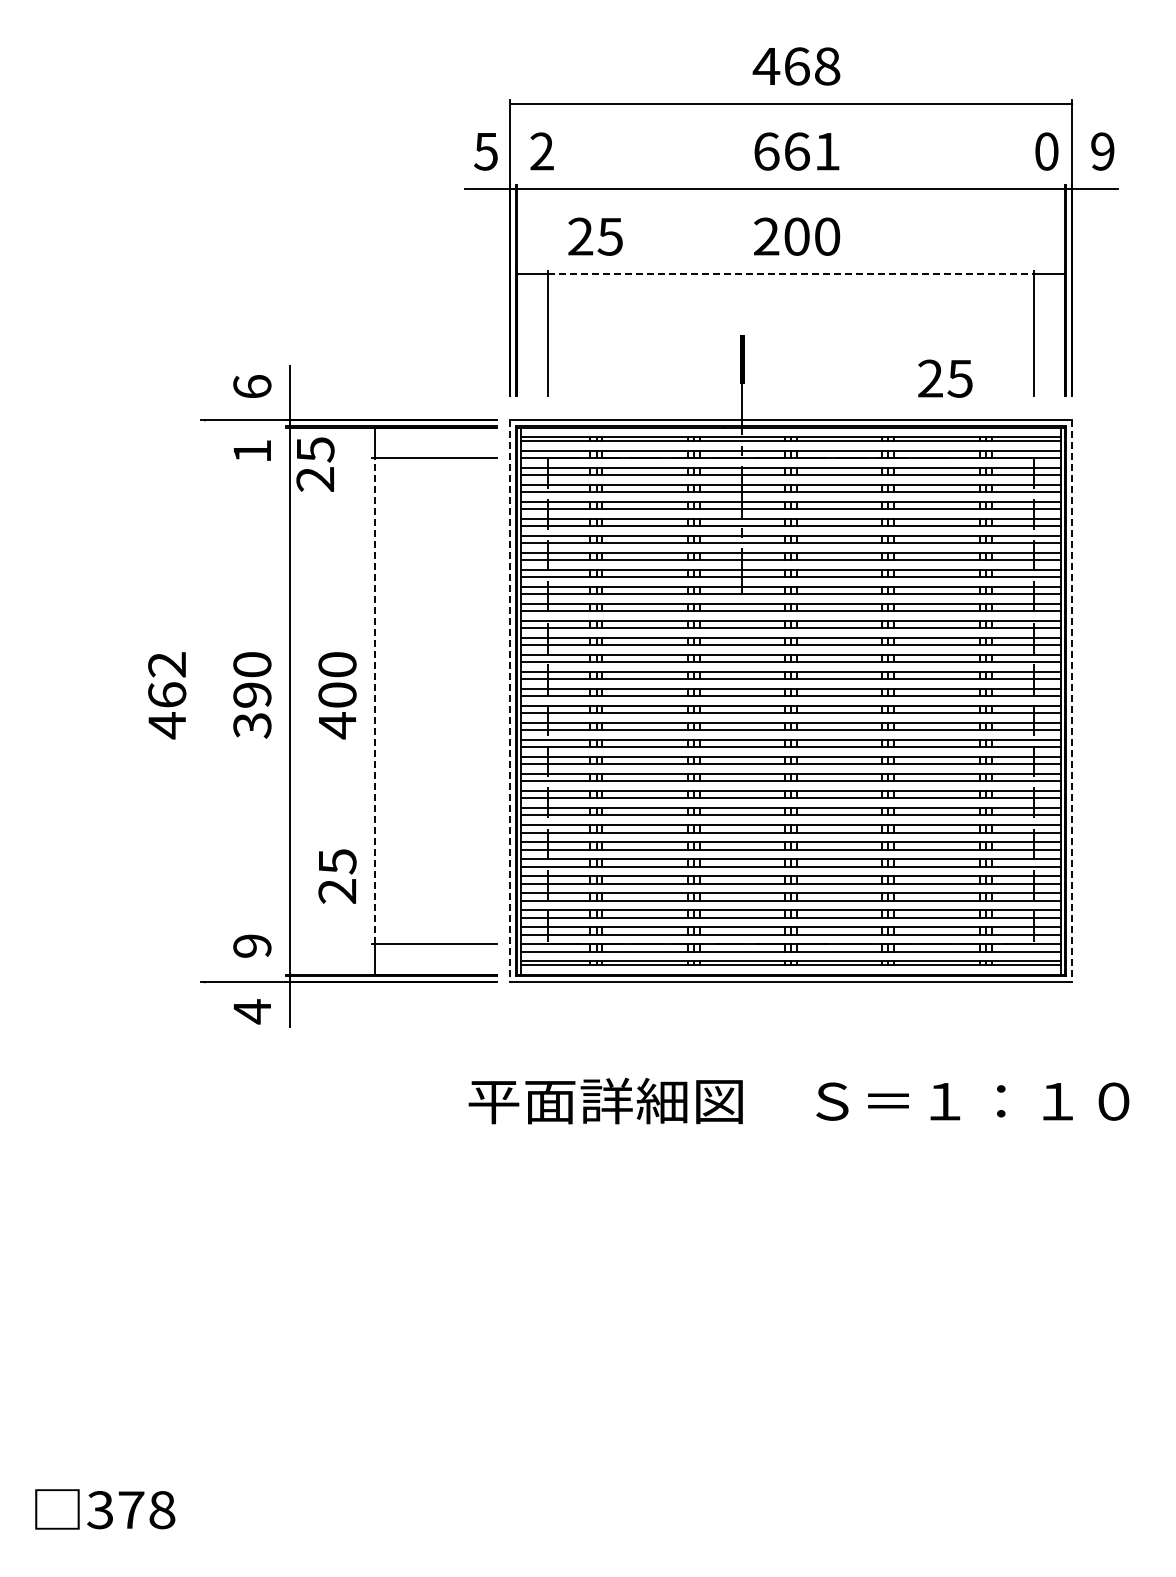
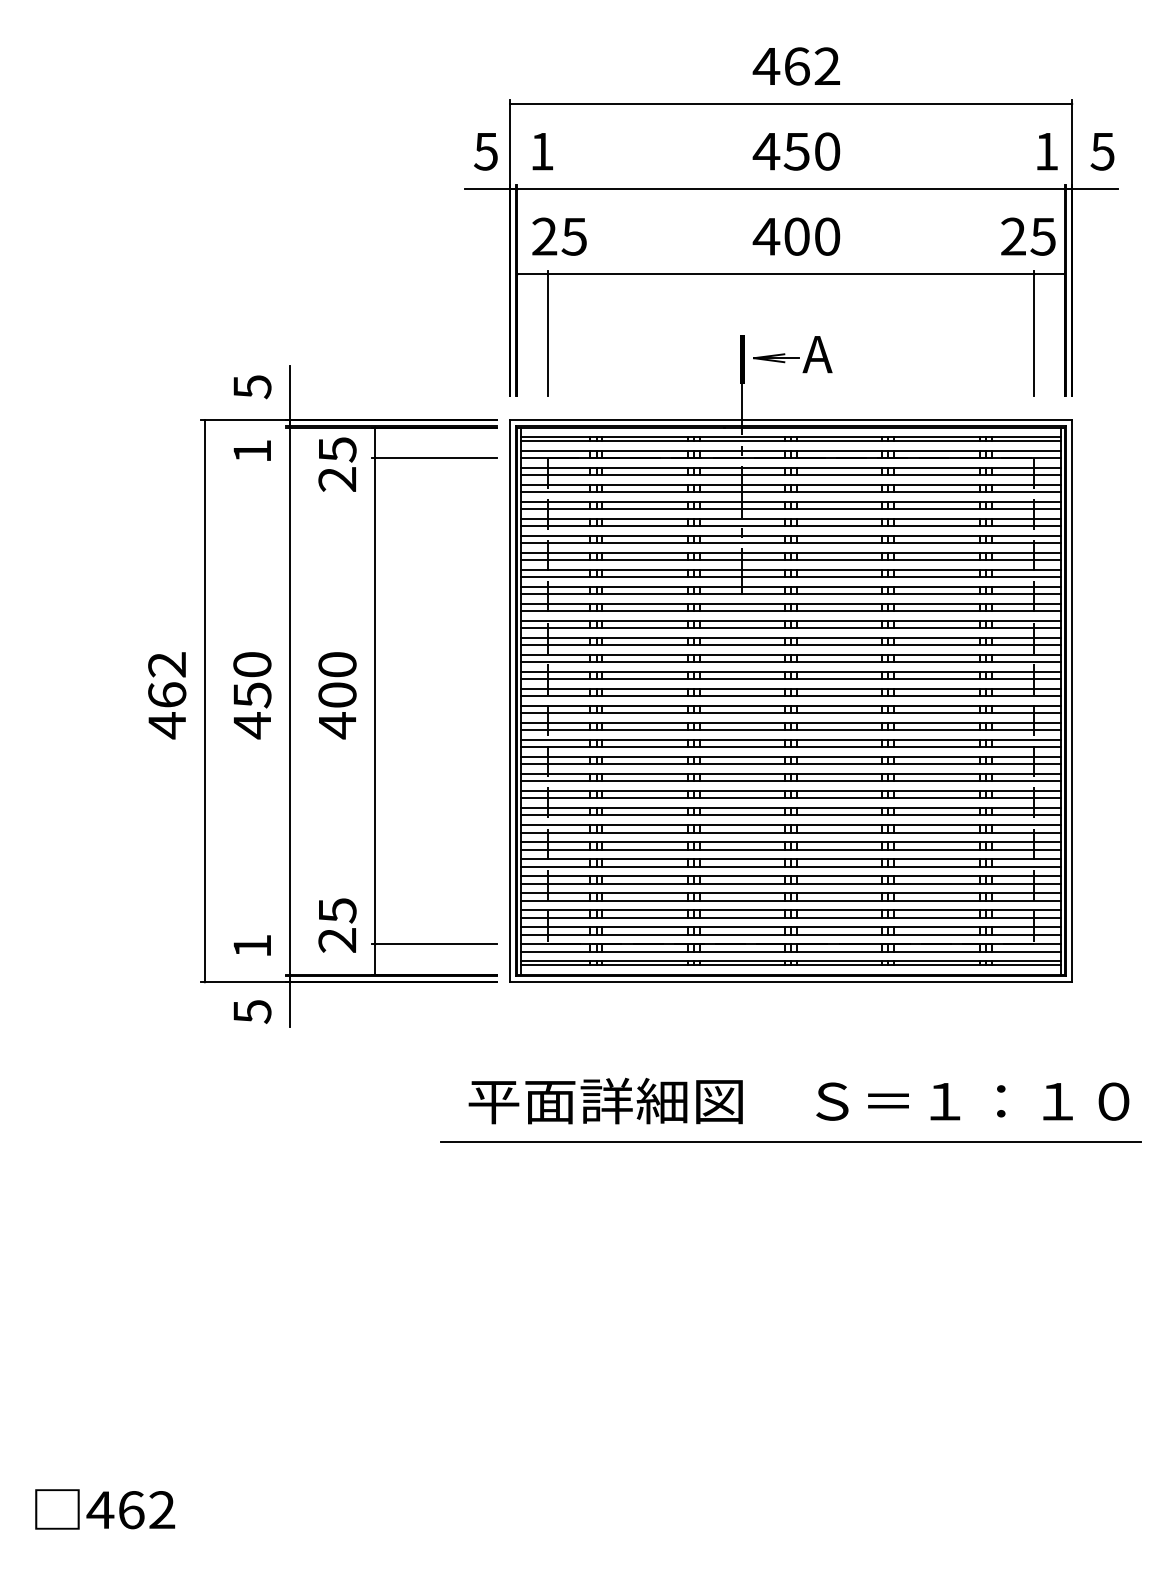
text at (827, 66): 468 -> 462
text at (541, 151): 2 -> 1
text at (796, 151): 661 -> 450
text at (1046, 151): 0 -> 1
text at (1102, 151): 9 -> 5
text at (595, 236) position: (595, 236) -> (559, 236)
text at (766, 236): 200 -> 400
line at (791, 274): dashed -> solid
part at (792, 354): none -> present
text at (945, 378) position: (945, 378) -> (1028, 236)
text at (252, 387): 6 -> 5
text at (315, 464) position: (315, 464) -> (337, 464)
line at (375, 700): dashed -> solid
line at (204, 701): none -> present
line at (510, 701): dashed -> solid
line at (1072, 701): dashed -> solid
text at (252, 710): 390 -> 450
text at (337, 876) position: (337, 876) -> (337, 925)
text at (252, 945): 9 -> 1
text at (252, 1011): 4 -> 5
line at (790, 1142): none -> present
text at (130, 1510): 378 -> 462
